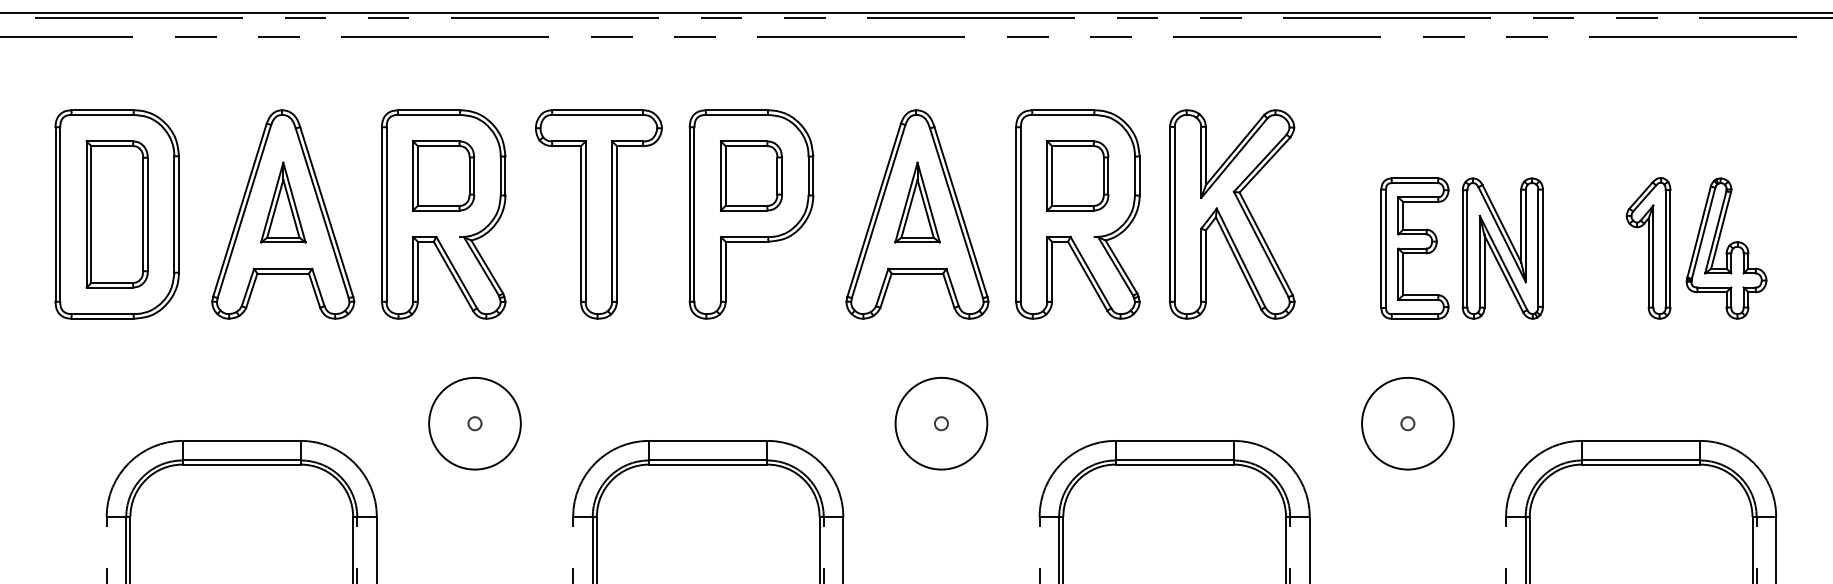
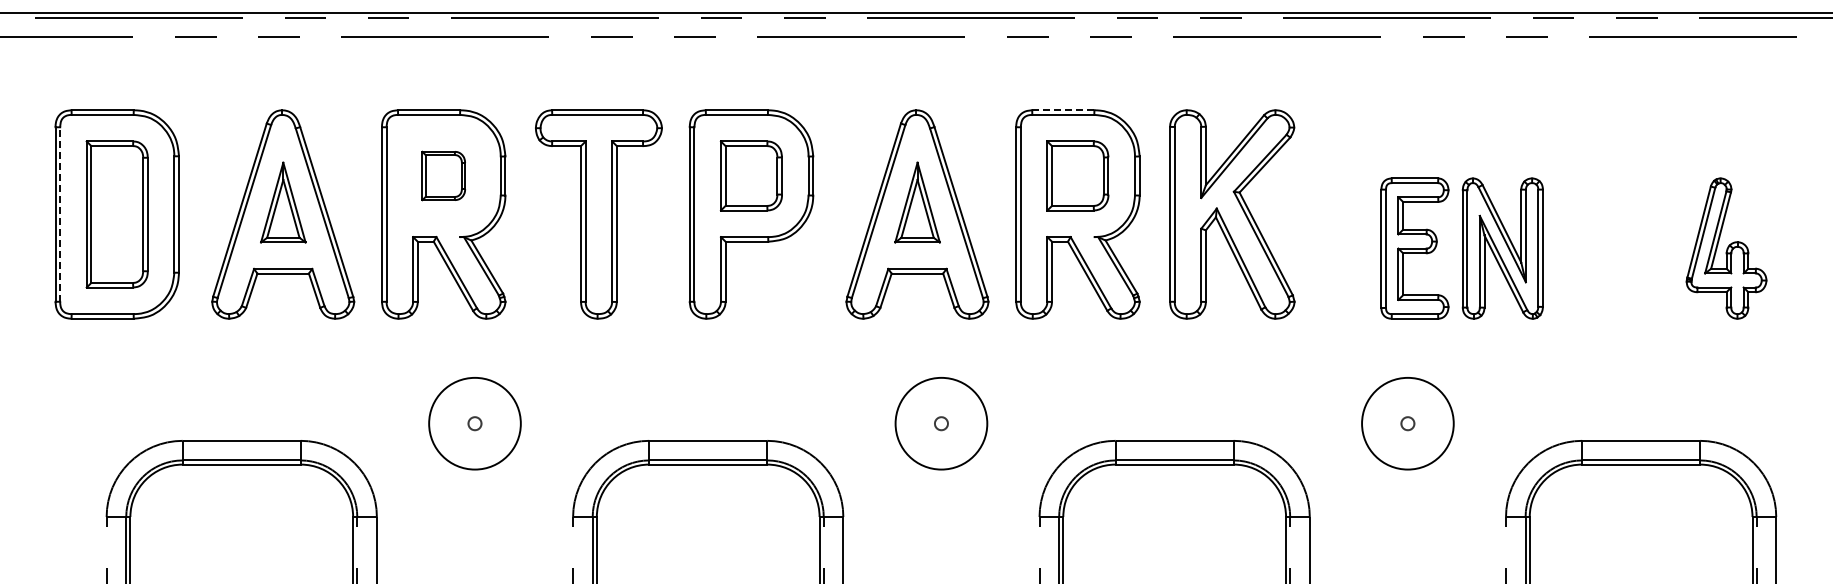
line at (1062, 110): solid -> dashed
part at (443, 175) size: 64x72 px -> 45x52 px
line at (60, 214): solid -> dashed
part at (1648, 248): present -> none
